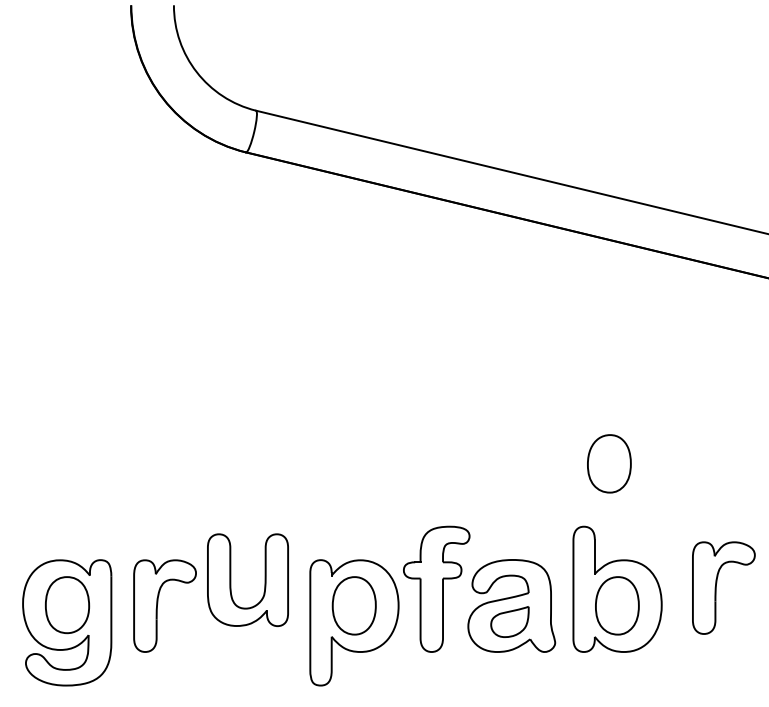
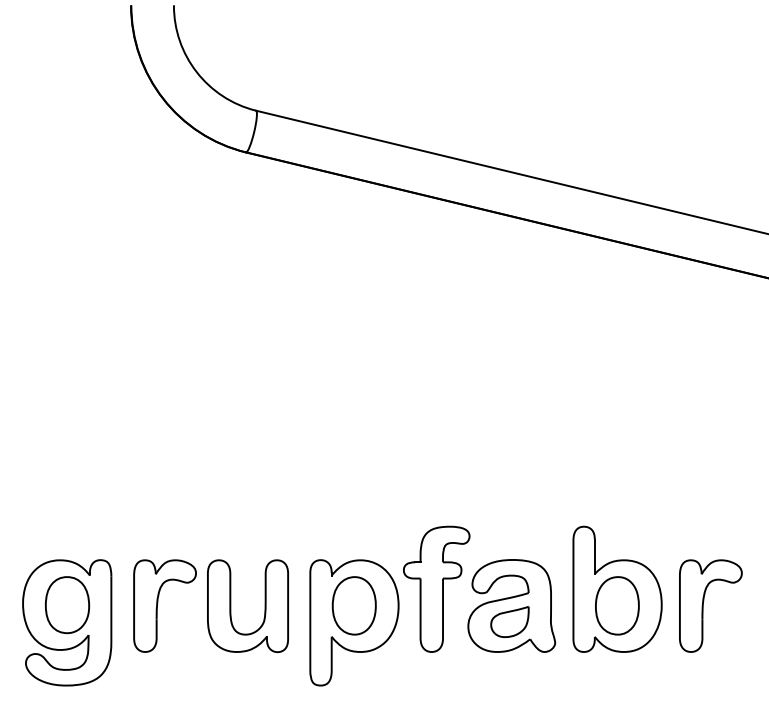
part at (609, 463): present -> none
part at (231, 579) position: (231, 579) -> (231, 605)
part at (716, 587) position: (716, 587) -> (703, 605)
